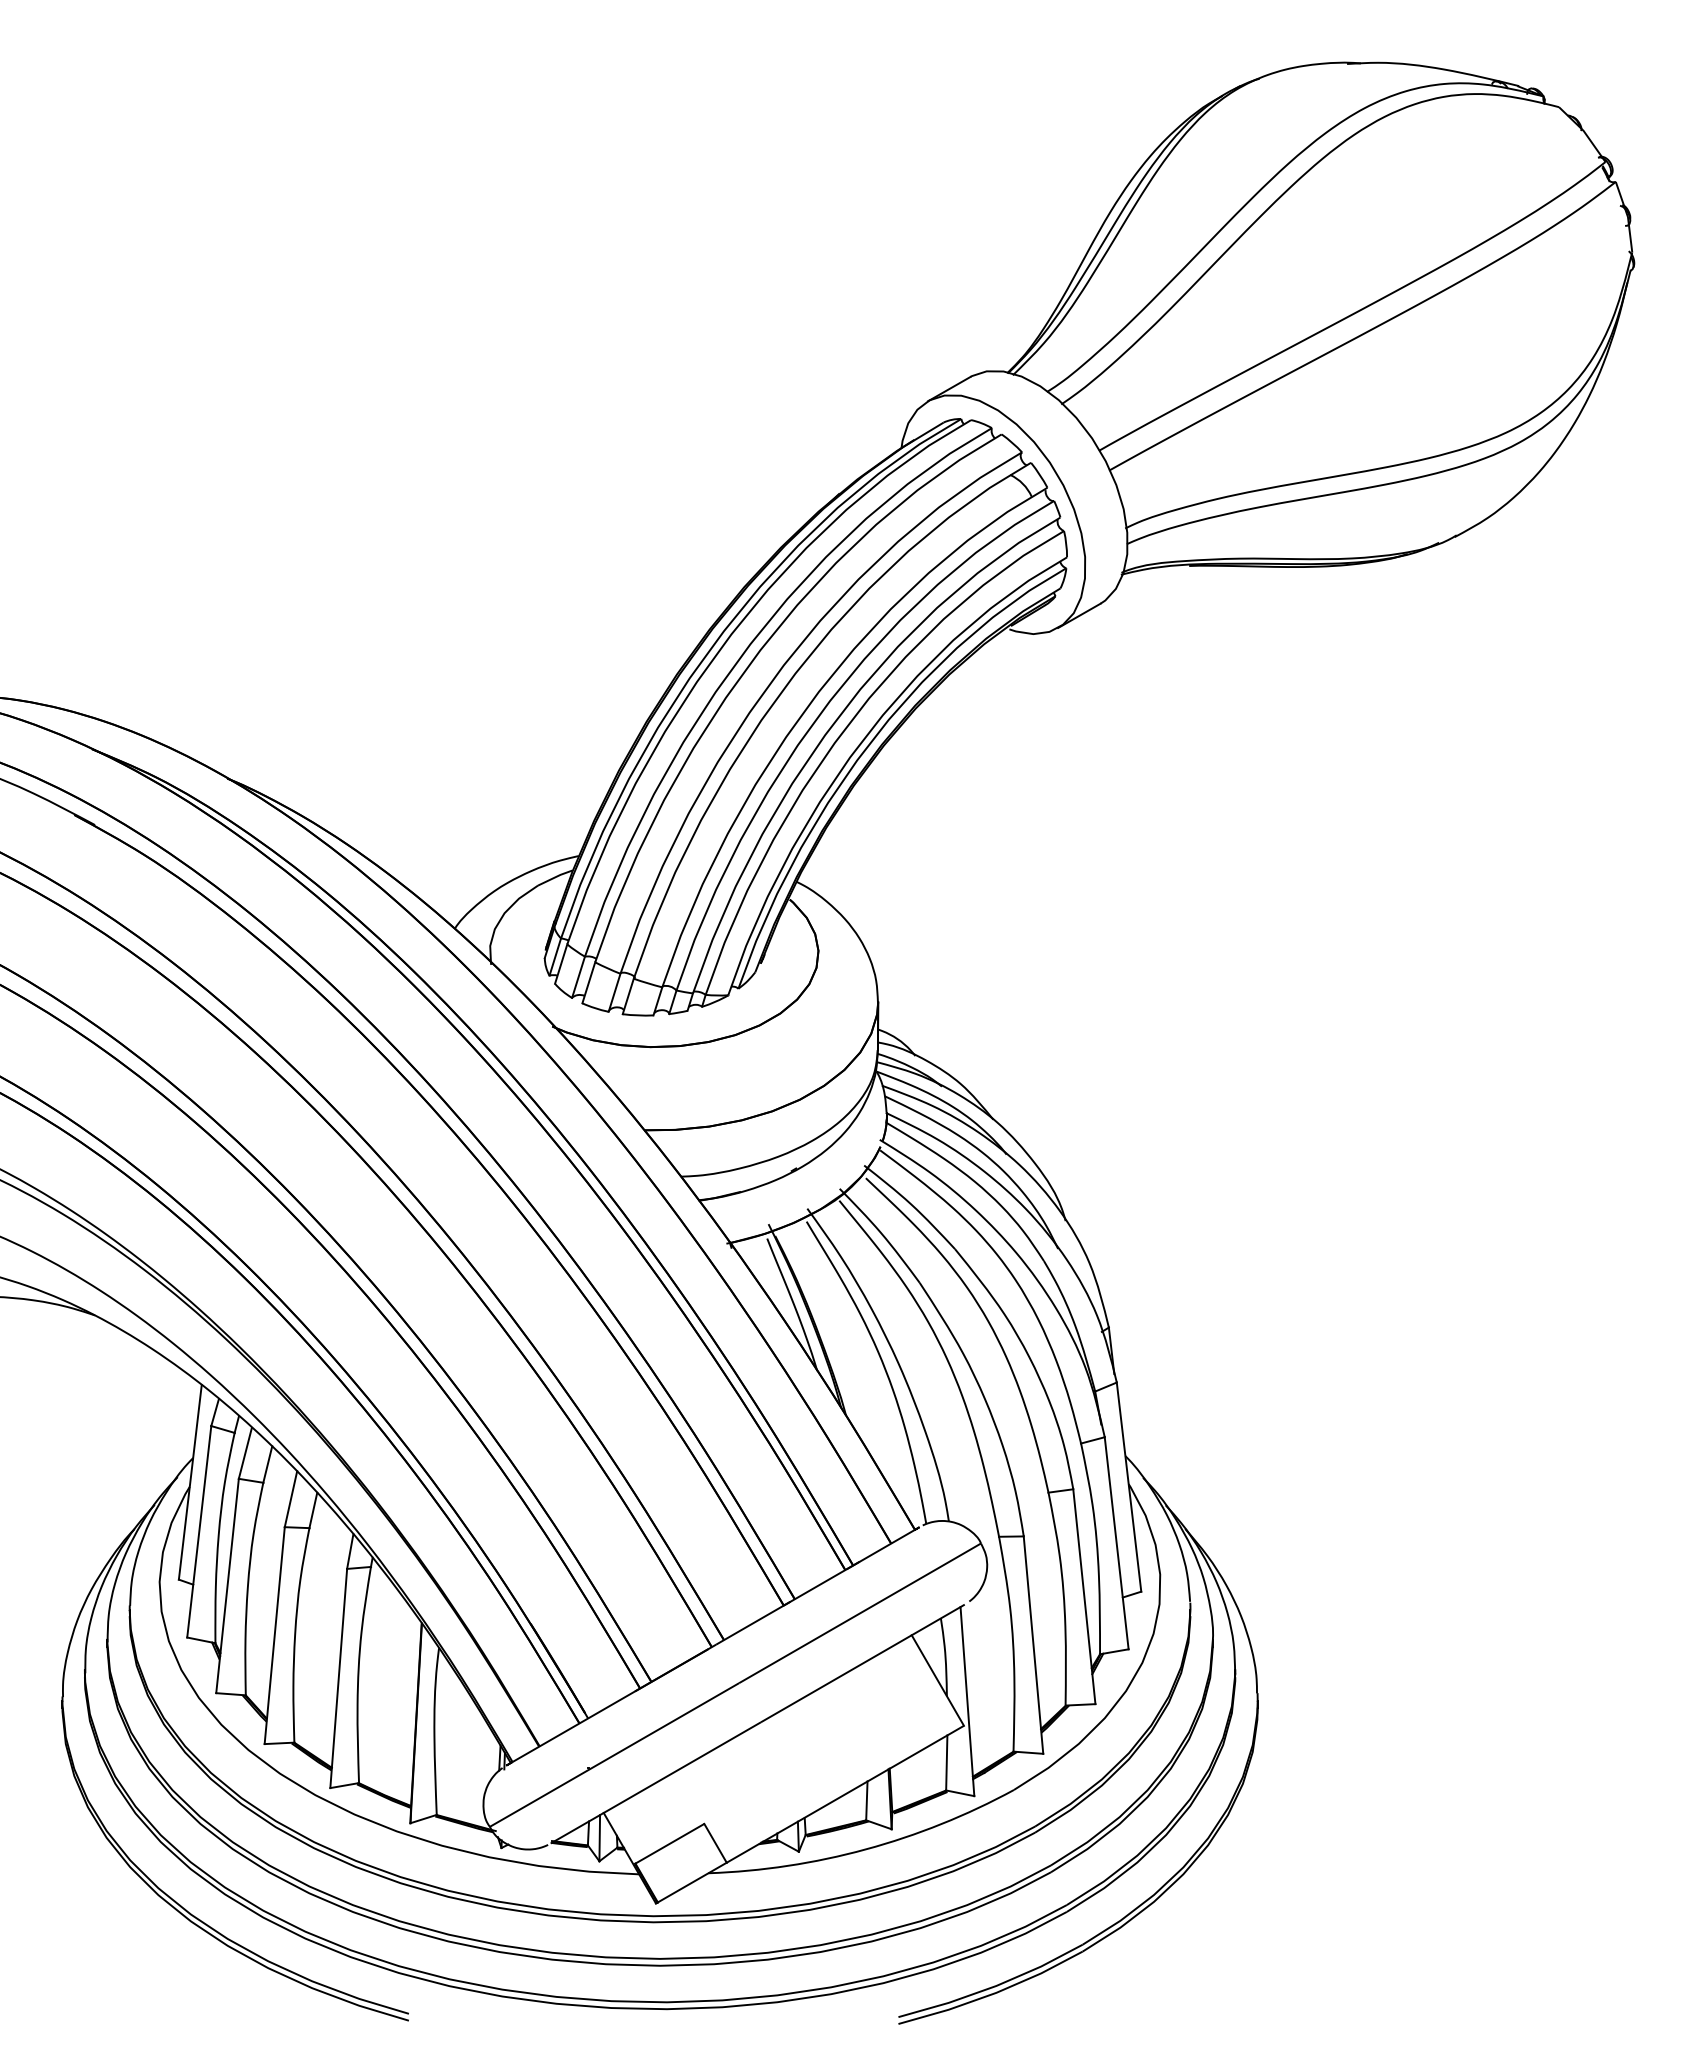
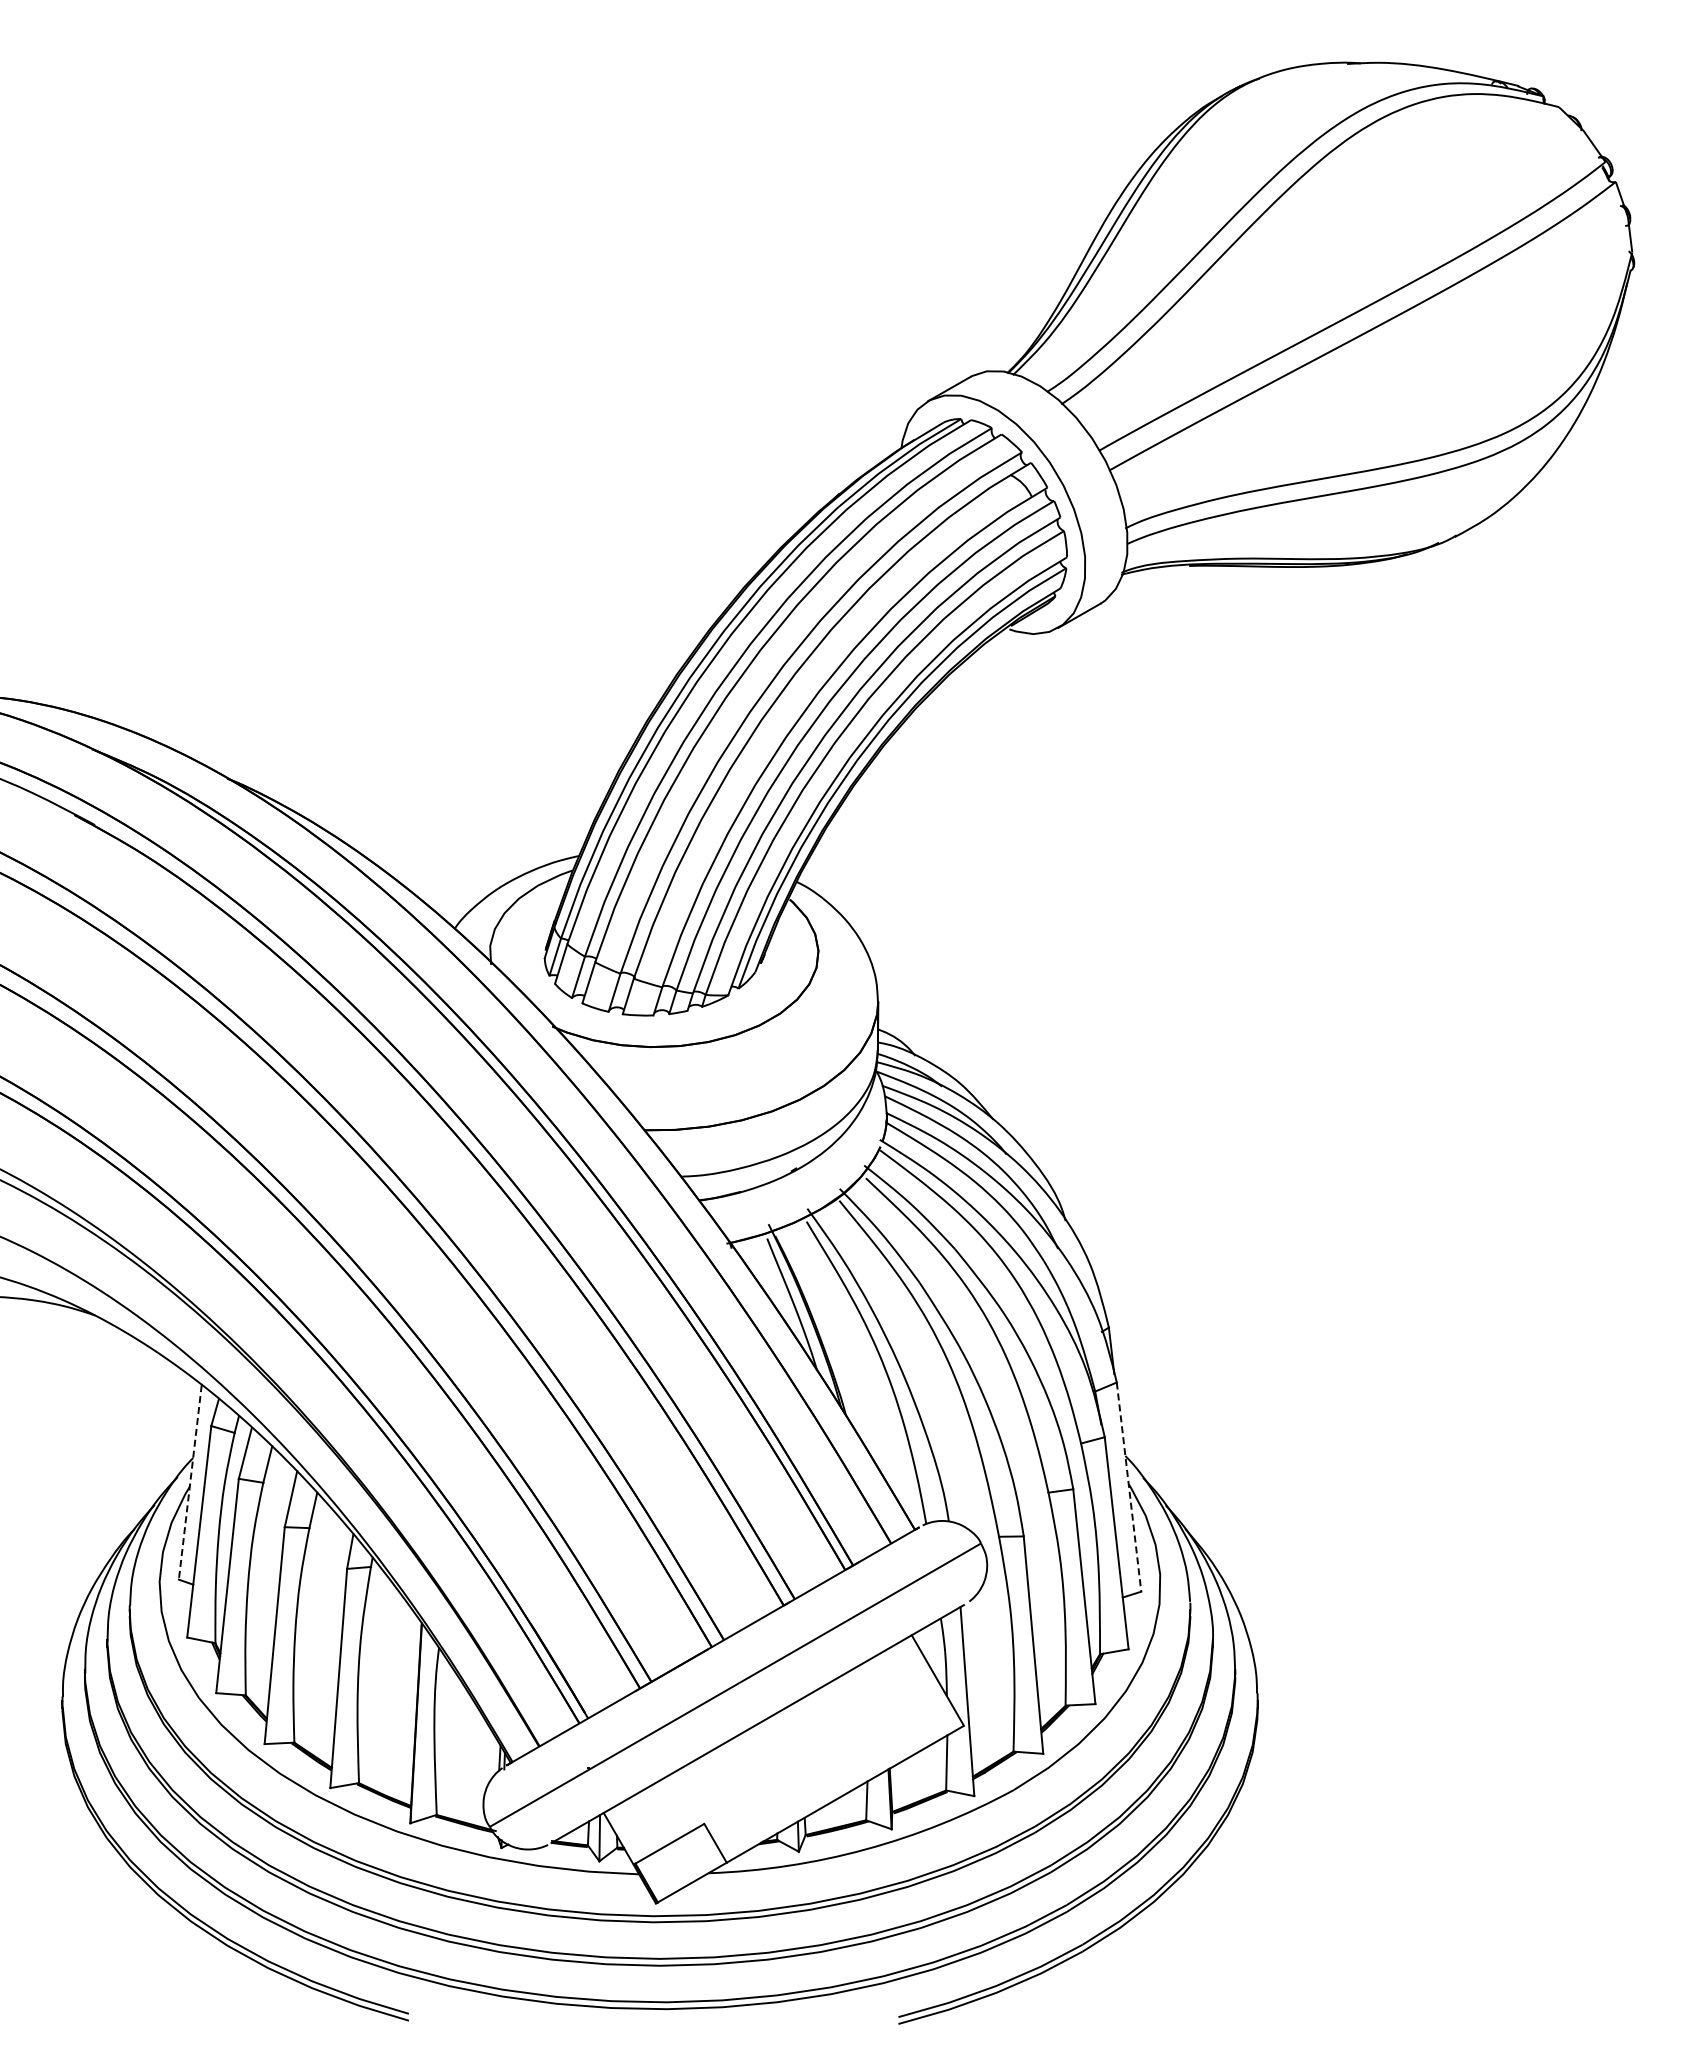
line at (190, 1482): solid -> dashed
line at (1129, 1487): solid -> dashed
